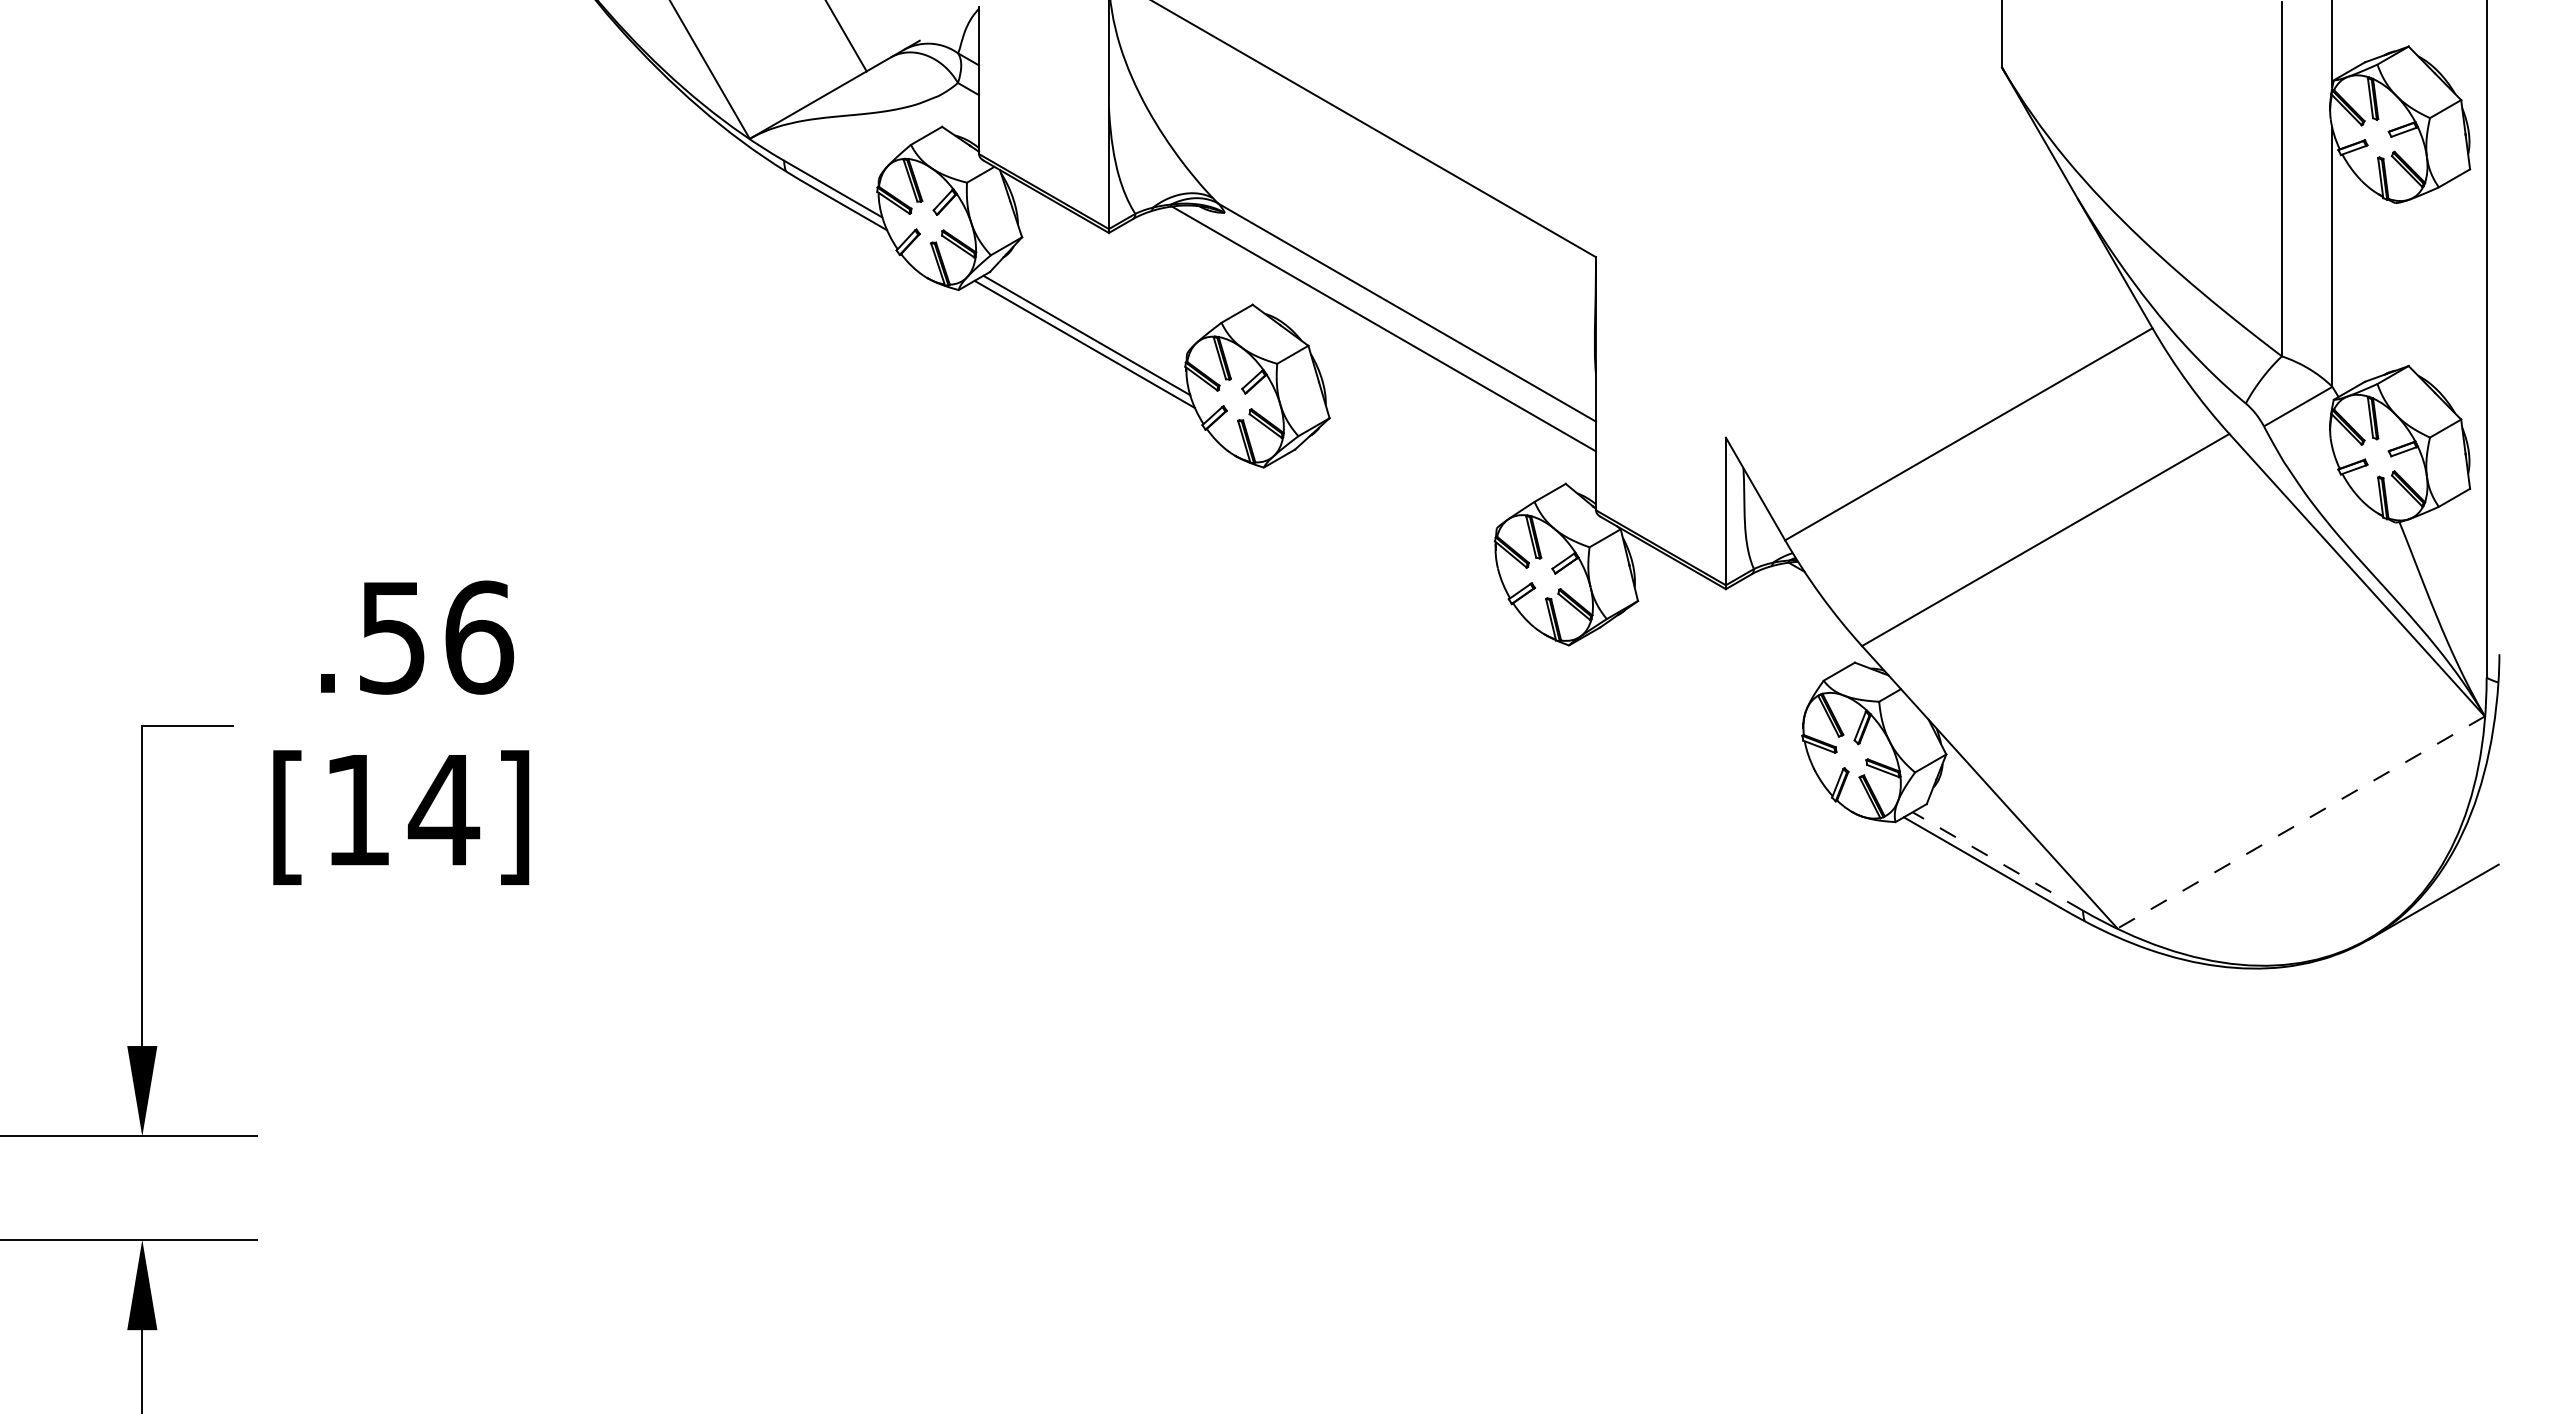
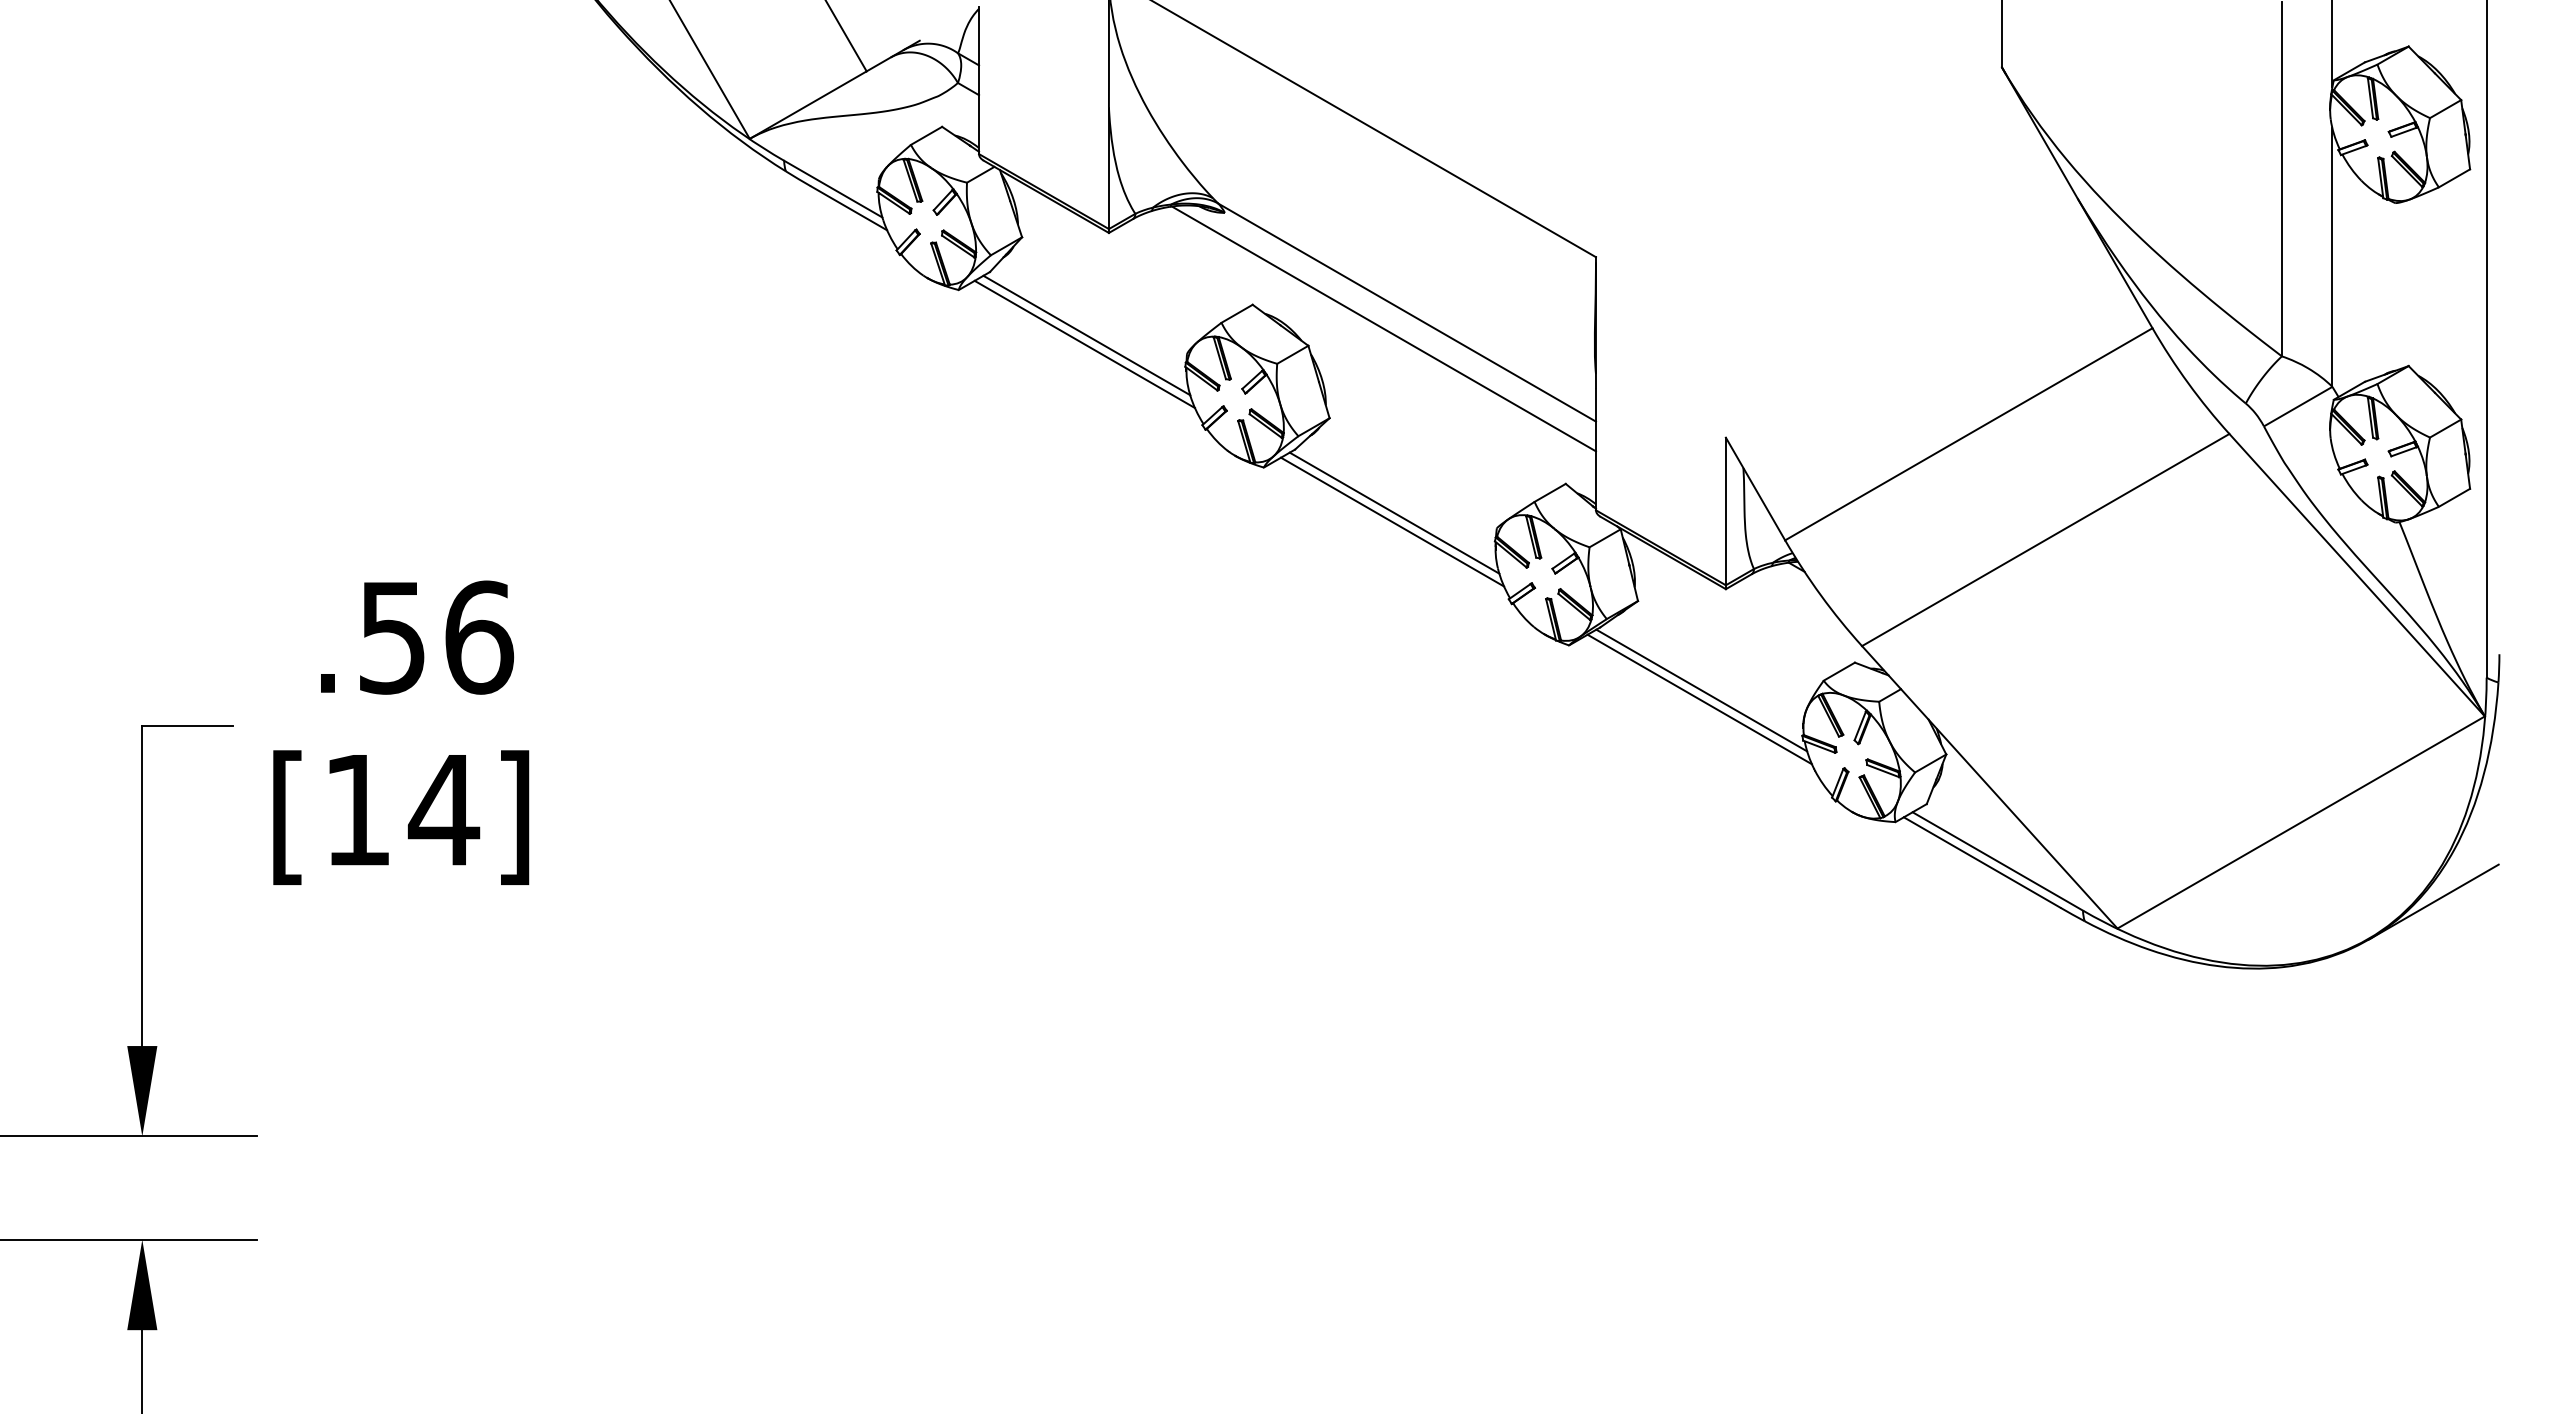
line at (1394, 512): none -> present
line at (1392, 521): none -> present
line at (1701, 690): none -> present
line at (1699, 699): none -> present
line at (2300, 822): dashed -> solid
line at (1997, 861): dashed -> solid
